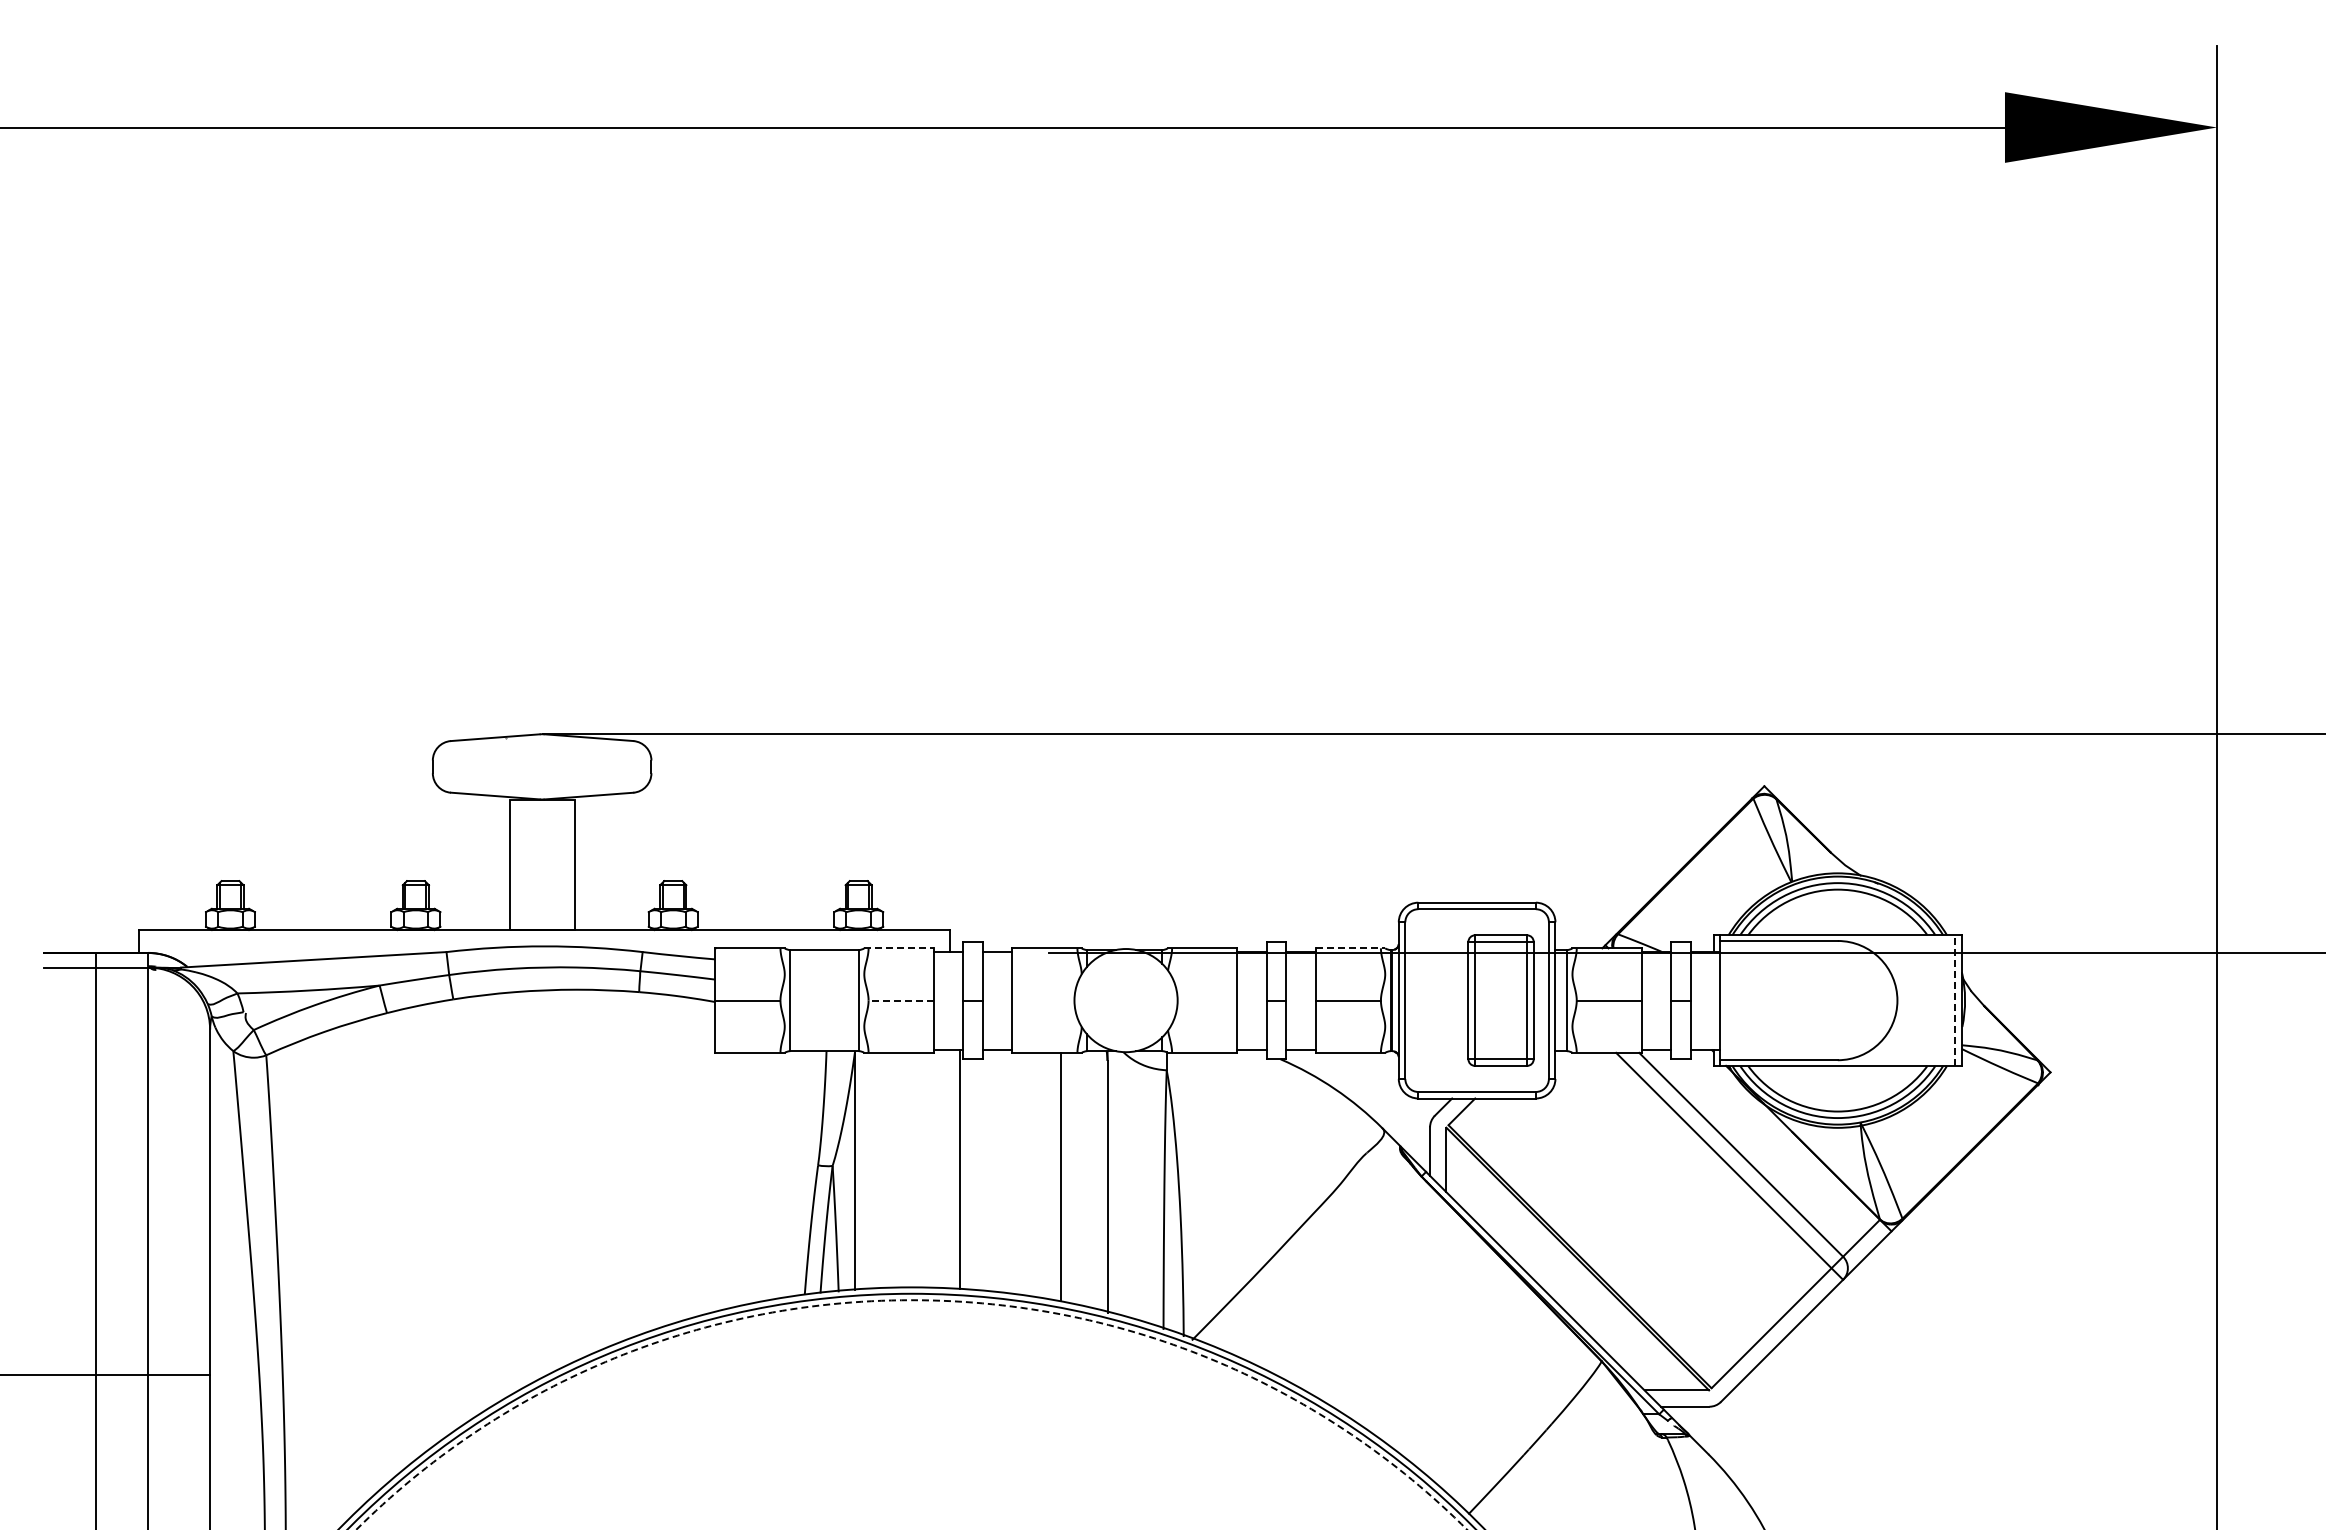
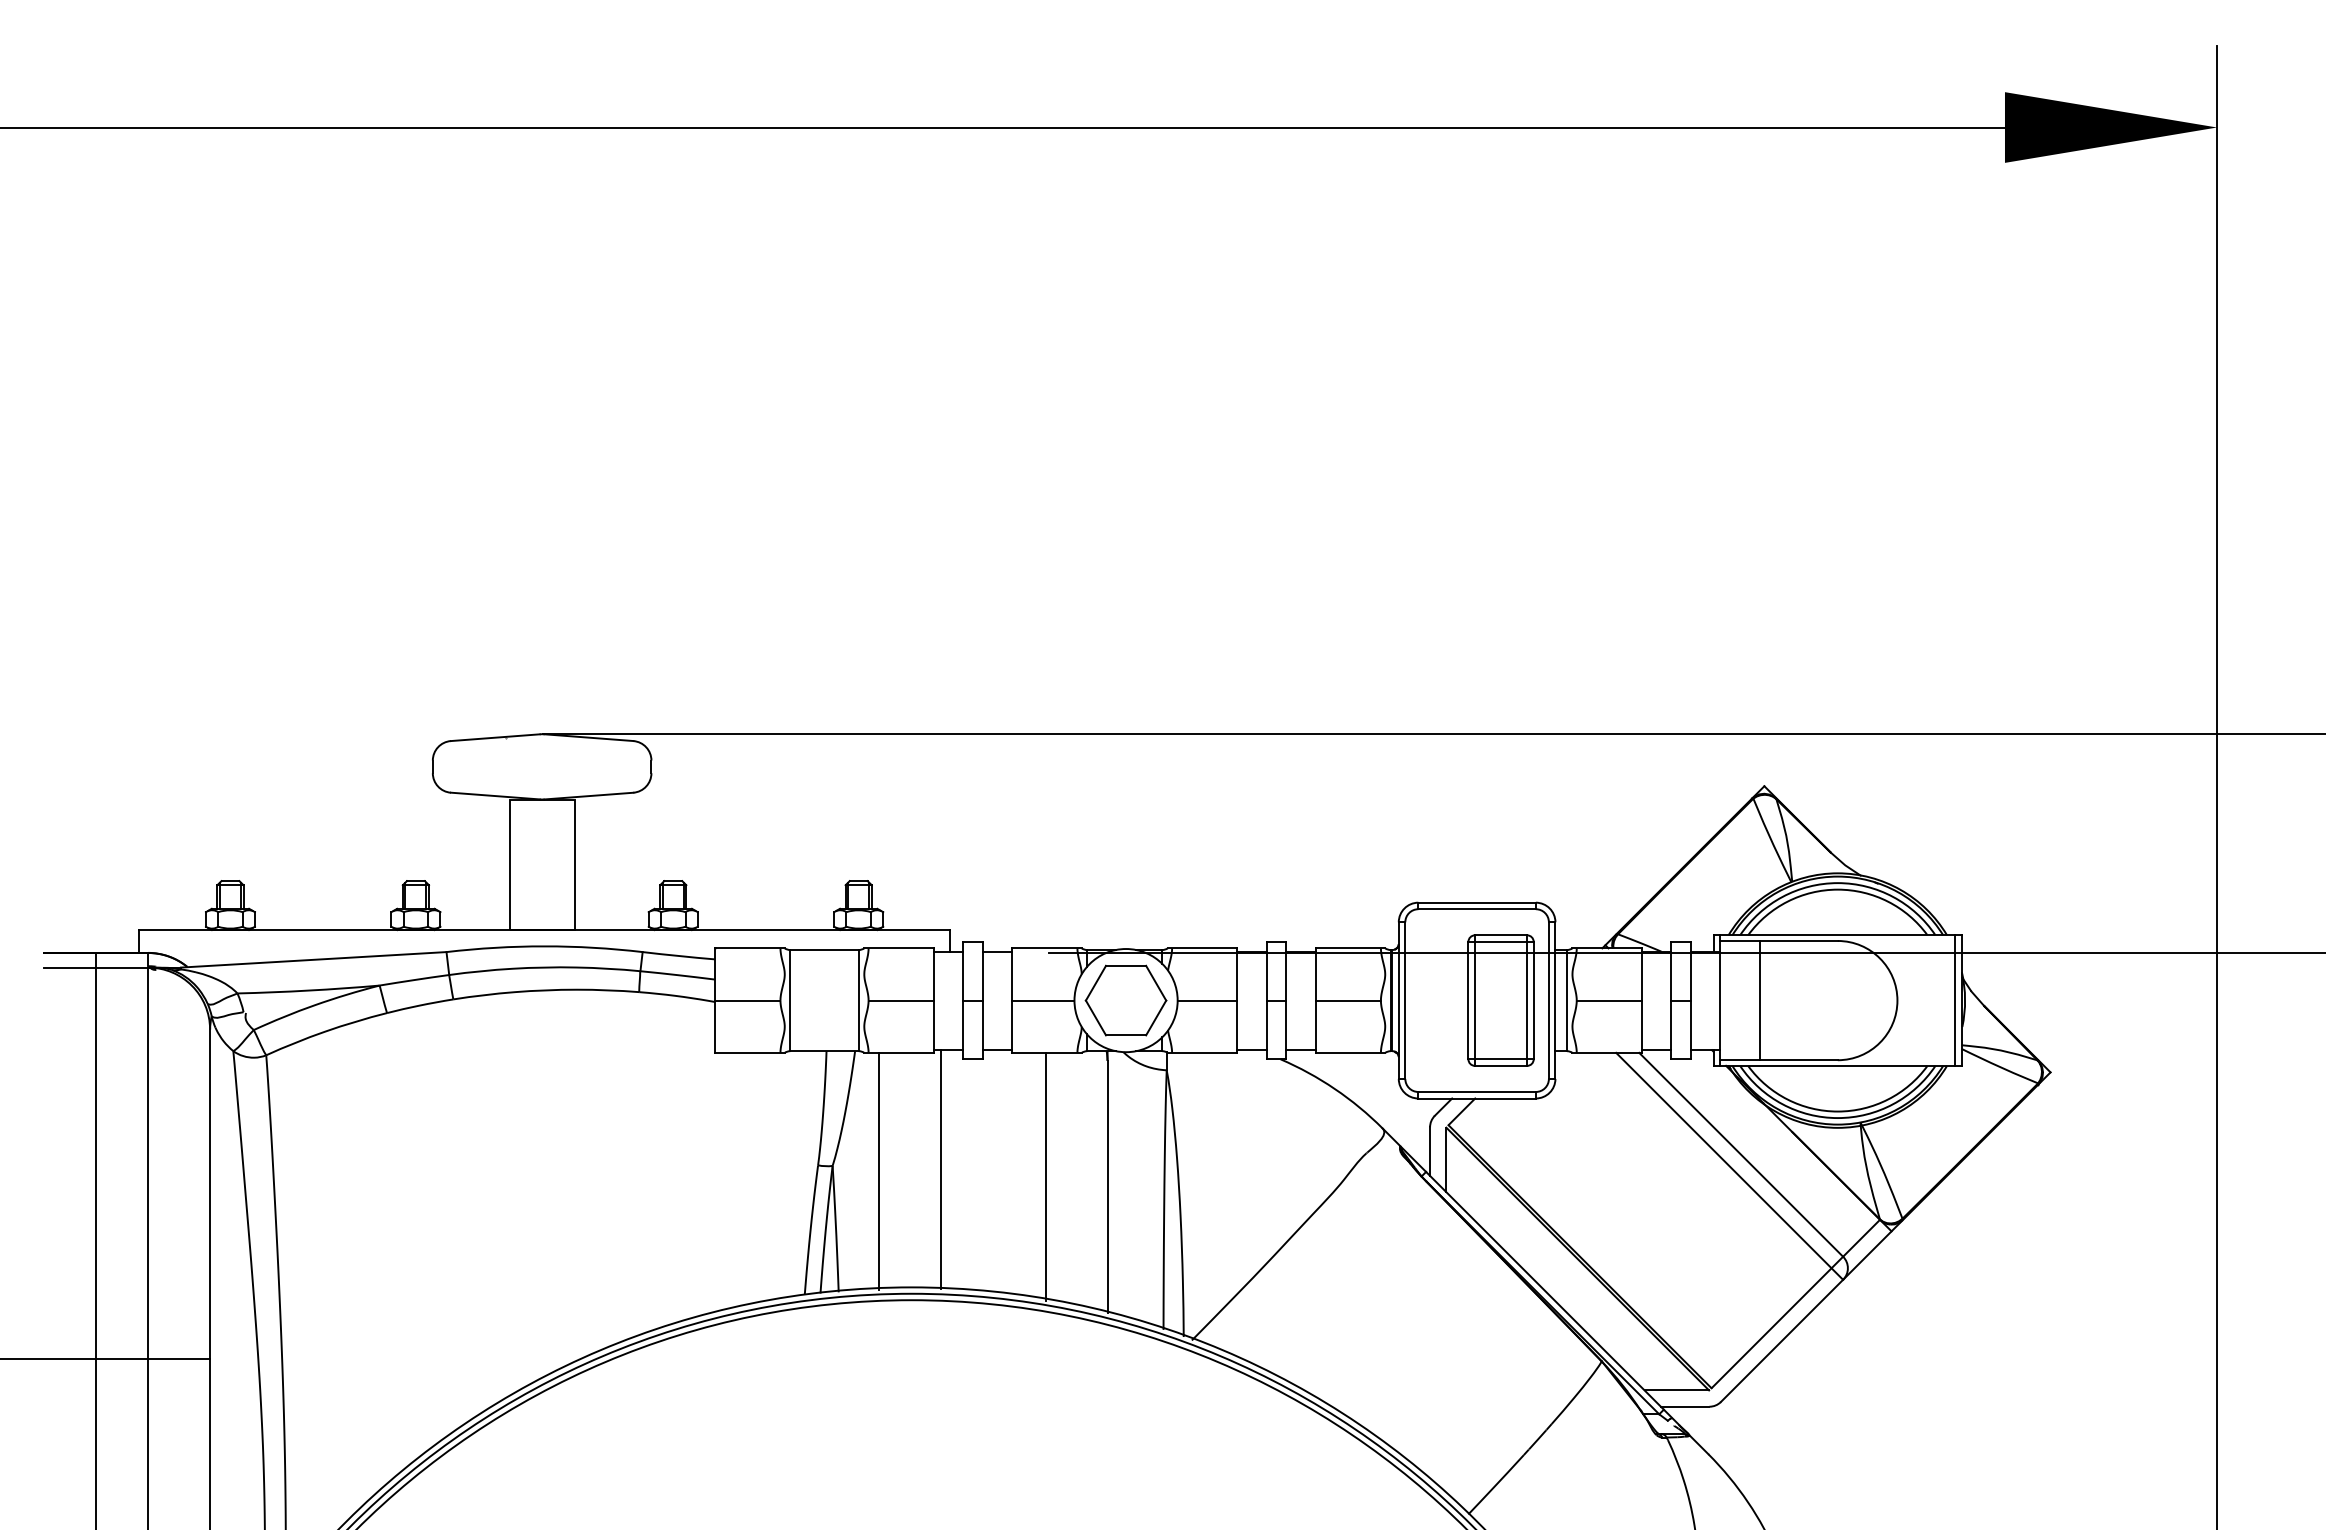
line at (899, 948): dashed -> solid
line at (1350, 948): dashed -> solid
line at (901, 1000): dashed -> solid
line at (1043, 1000): none -> present
part at (1125, 1000): none -> present
line at (1207, 1000): none -> present
line at (1759, 1000): none -> present
line at (1955, 1000): dashed -> solid
line at (960, 1169) position: (960, 1169) -> (941, 1169)
line at (855, 1170) position: (855, 1170) -> (879, 1170)
line at (1060, 1176) position: (1060, 1176) -> (1045, 1176)
line at (106, 1375) position: (106, 1375) -> (106, 1359)
circle at (911, 1414): dashed -> solid
